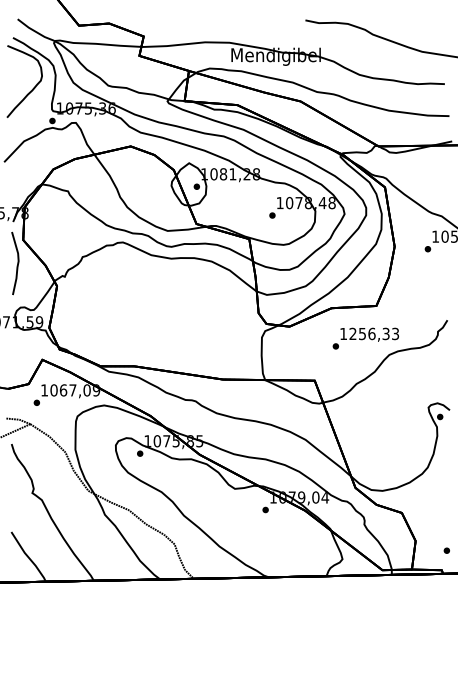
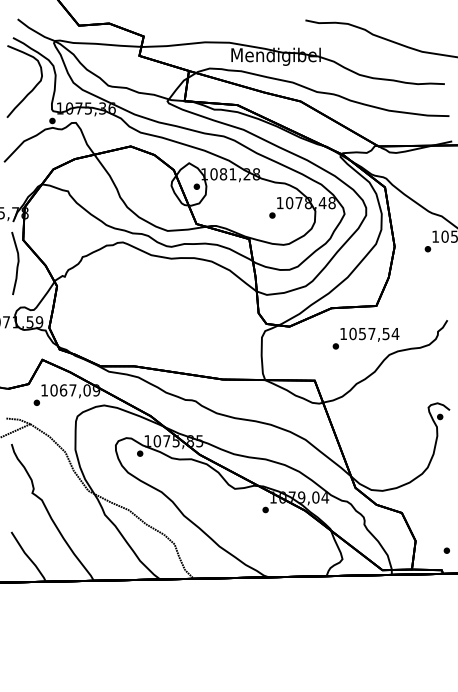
text at (374, 333): 1256,33 -> 1057,54
